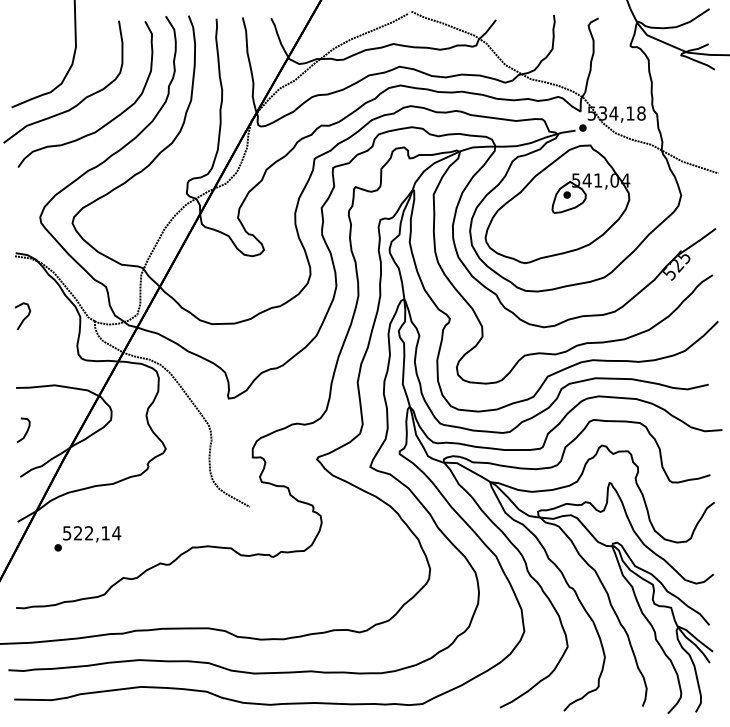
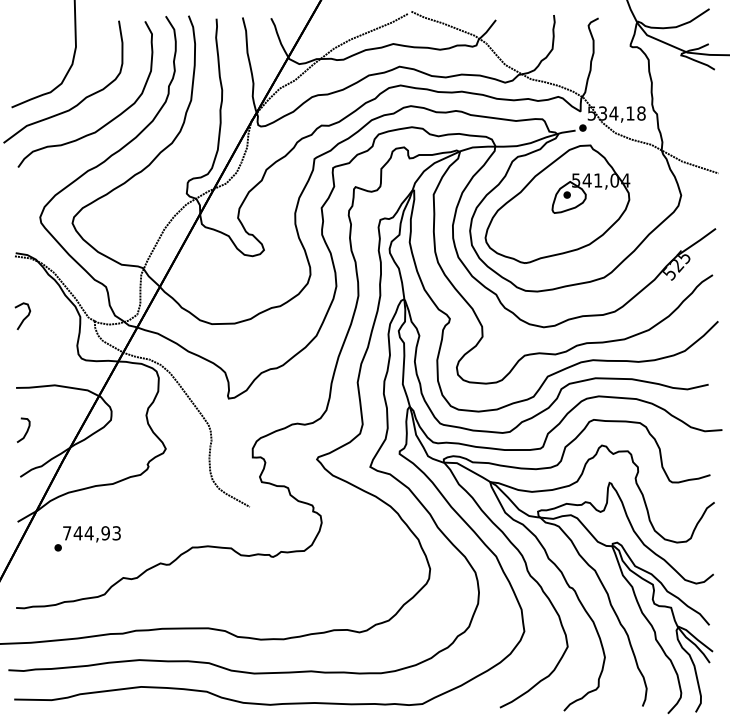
text at (92, 533): 522,14 -> 744,93
